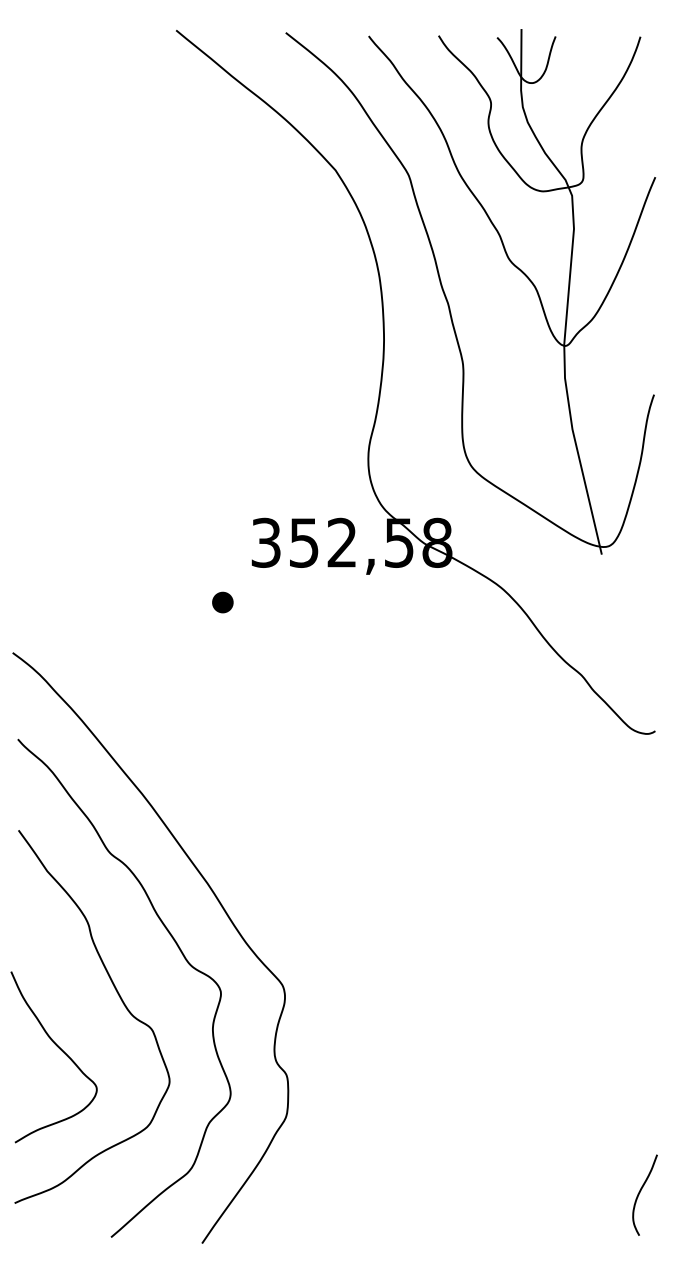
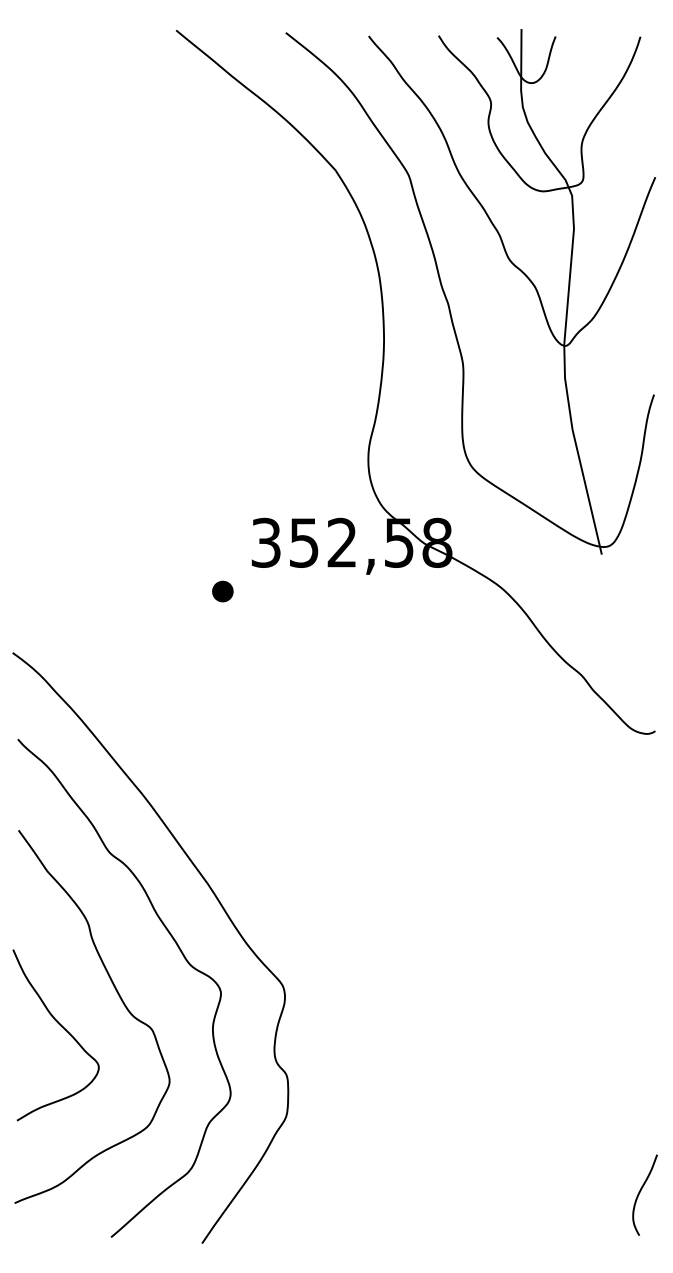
part at (222, 602) position: (222, 602) -> (222, 591)
curve at (60, 1050) position: (60, 1050) -> (62, 1028)
